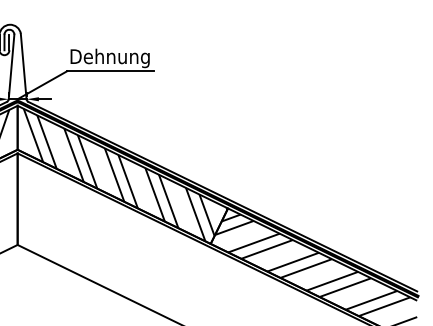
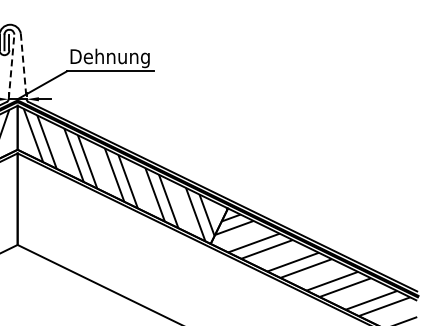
line at (11, 66): solid -> dashed
line at (23, 66): solid -> dashed
